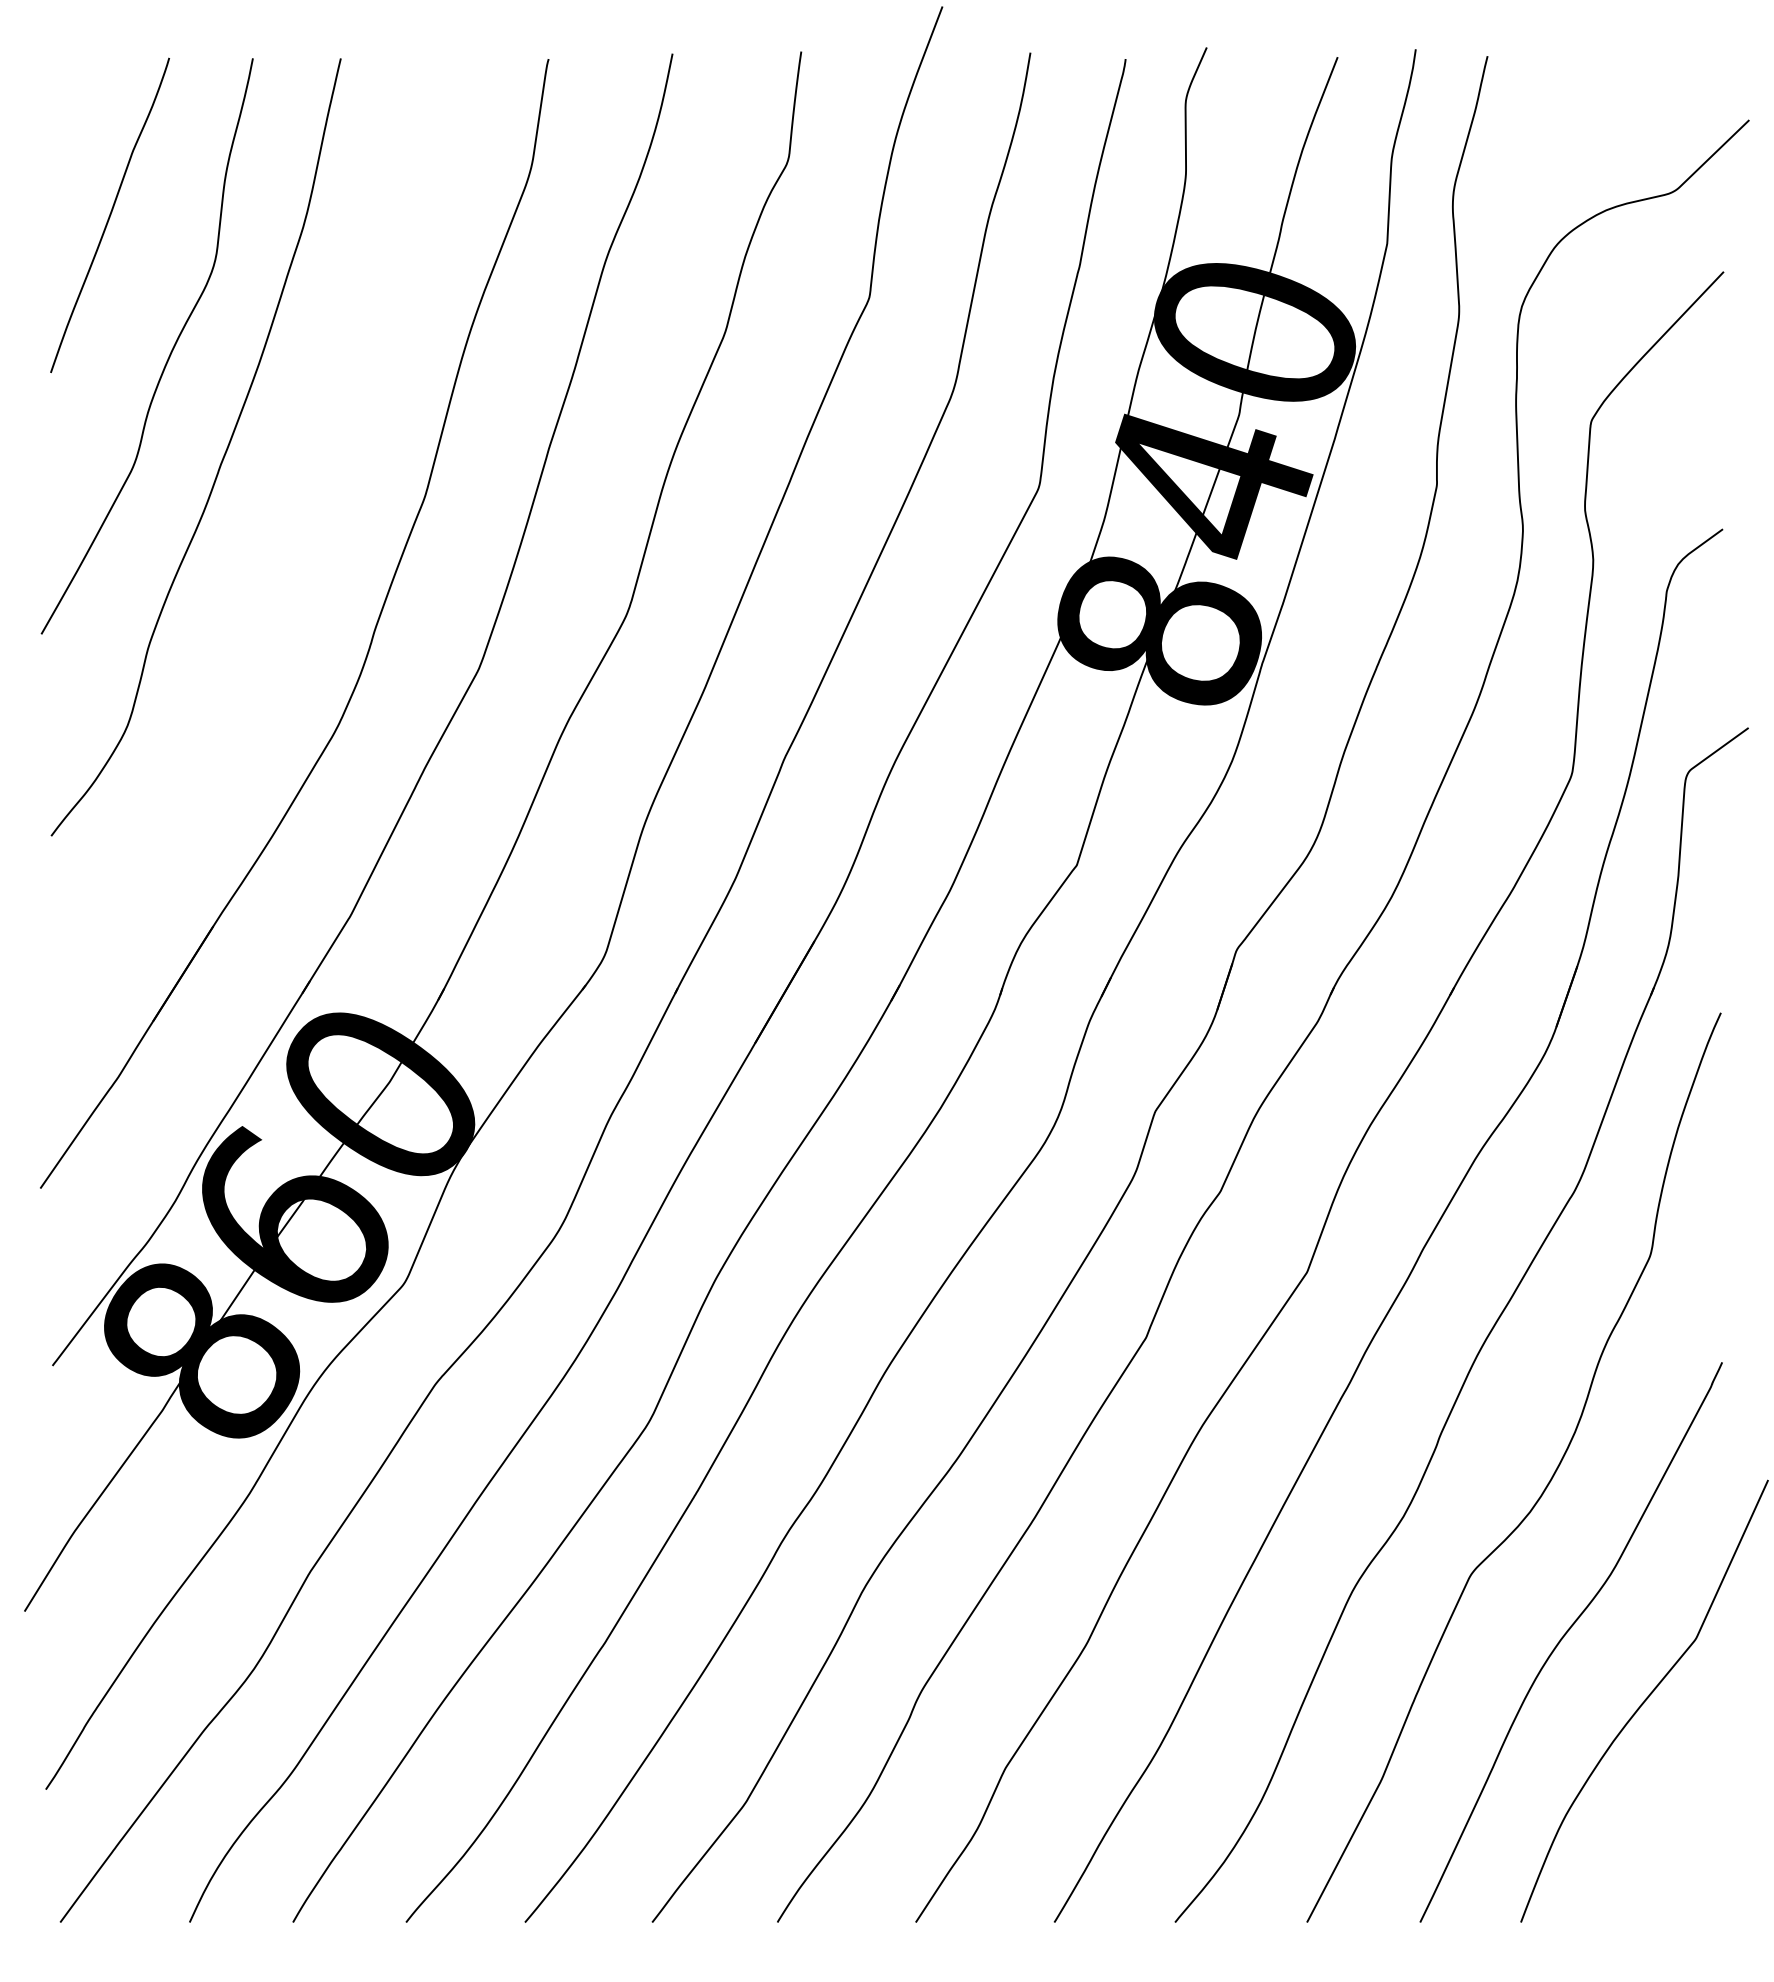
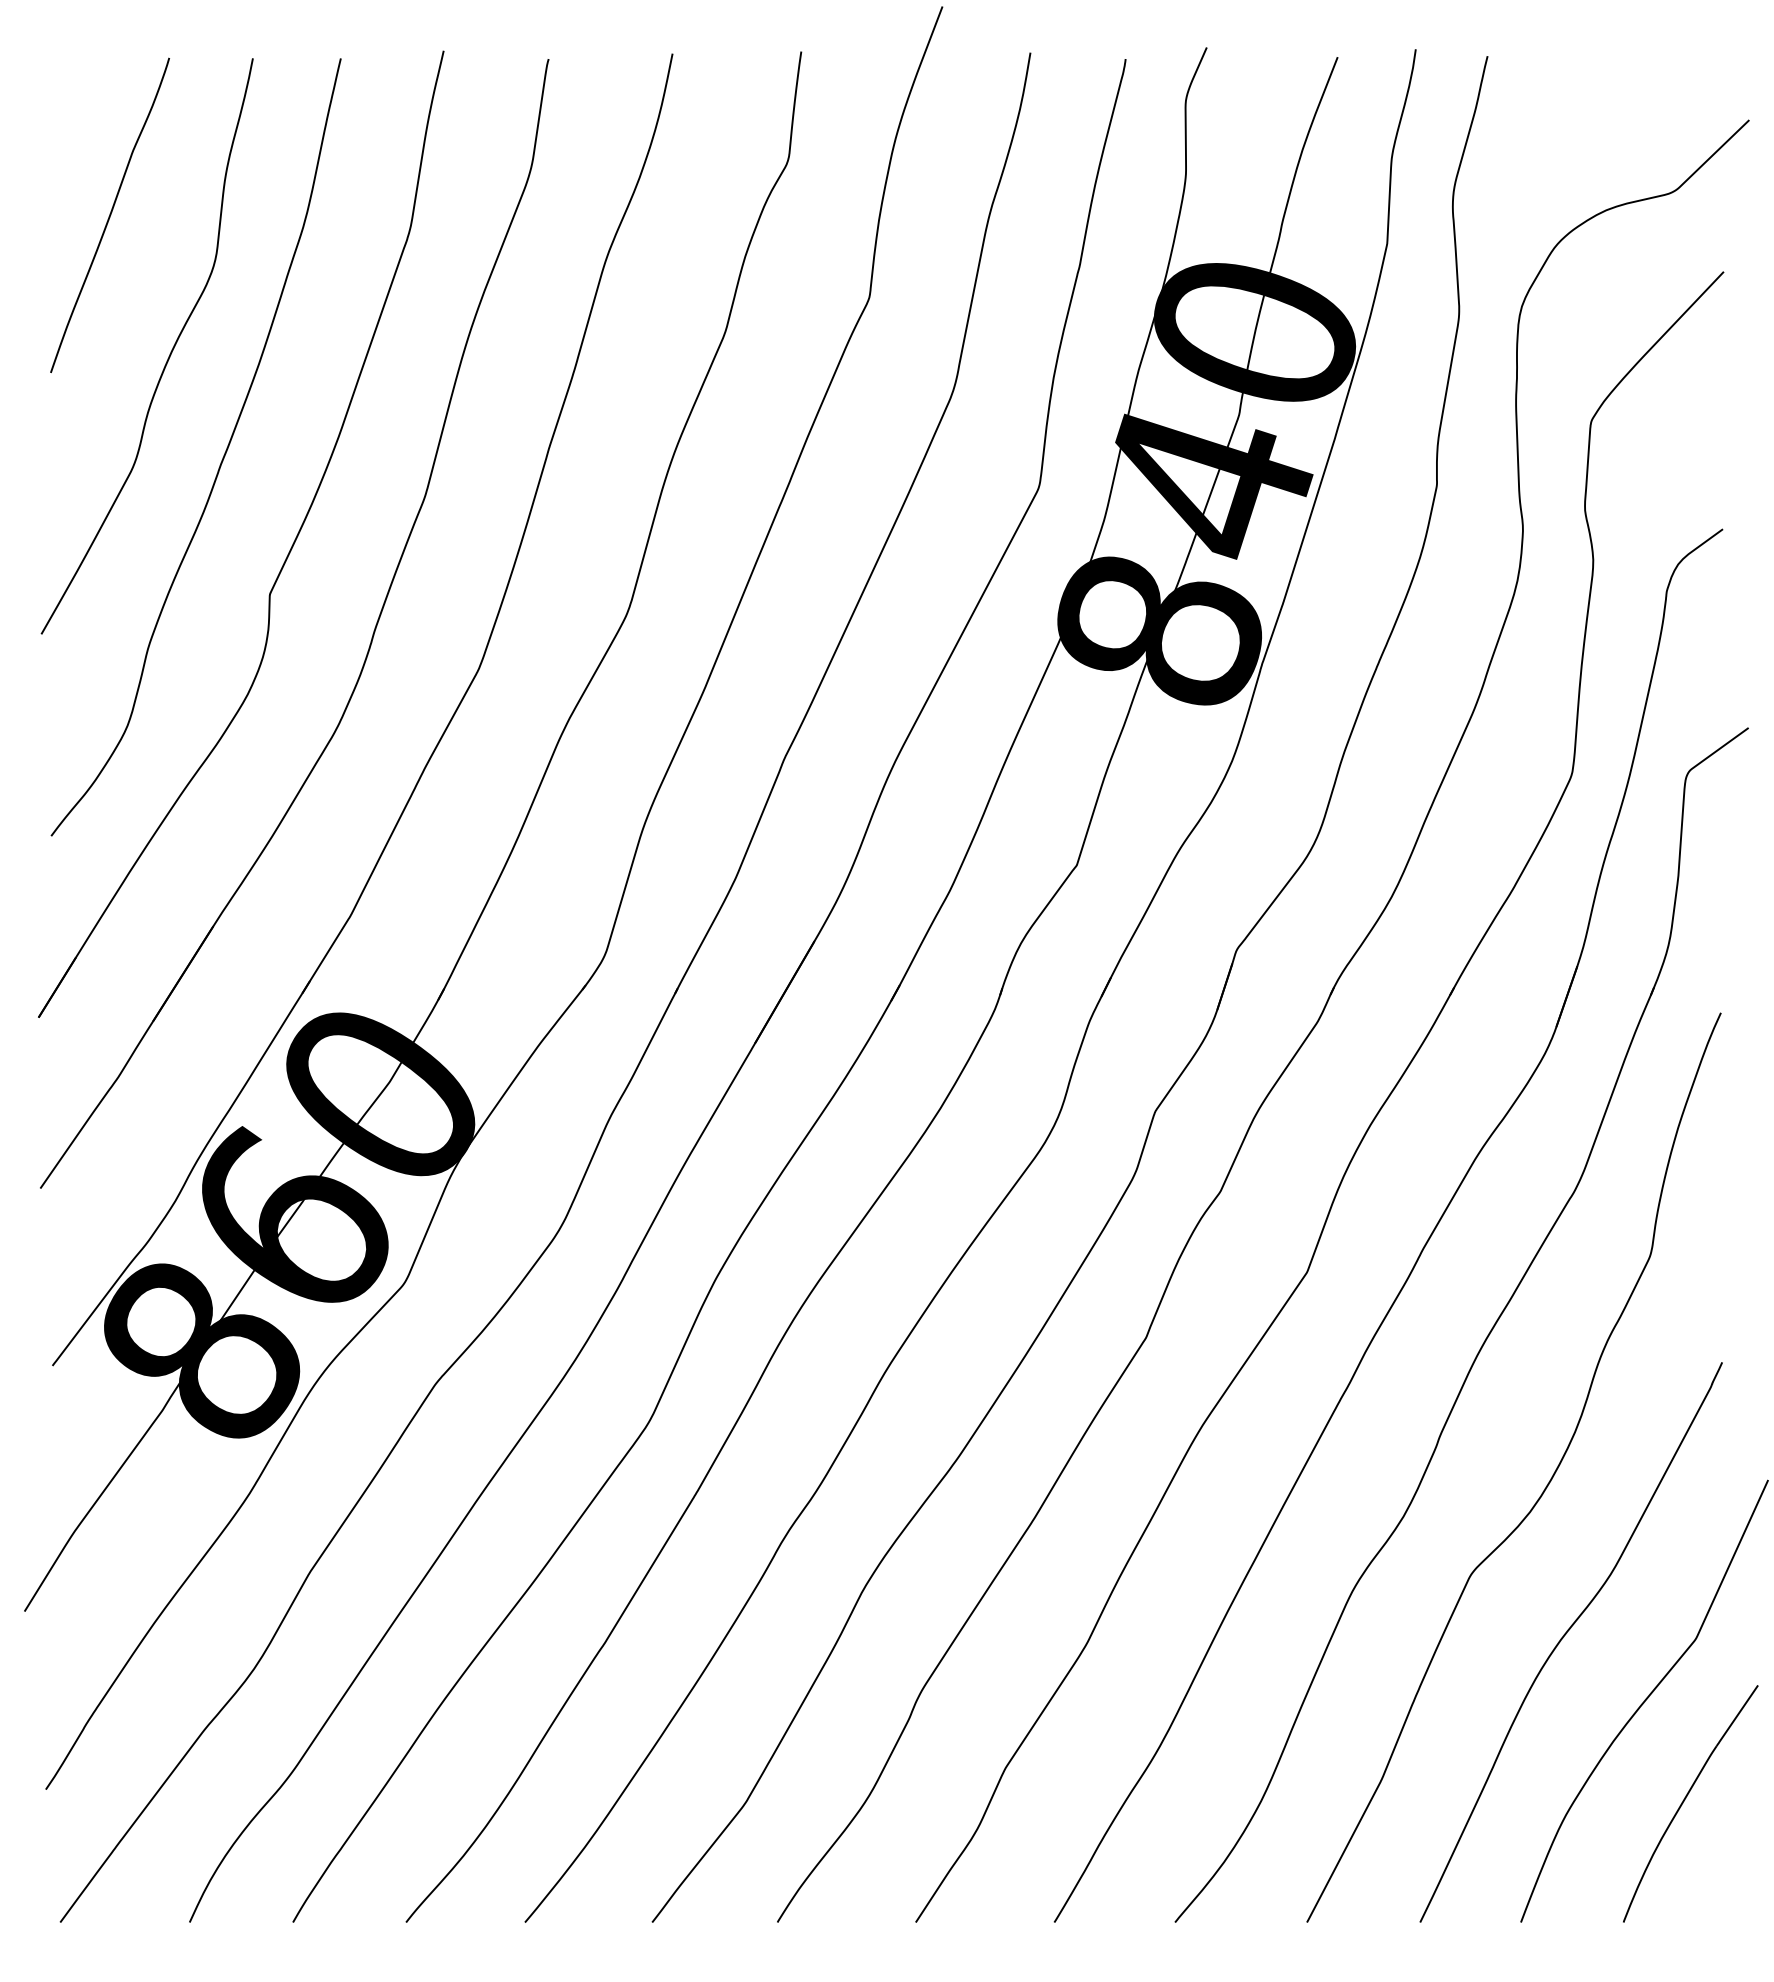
part at (286, 556): none -> present
part at (1684, 1801): none -> present
